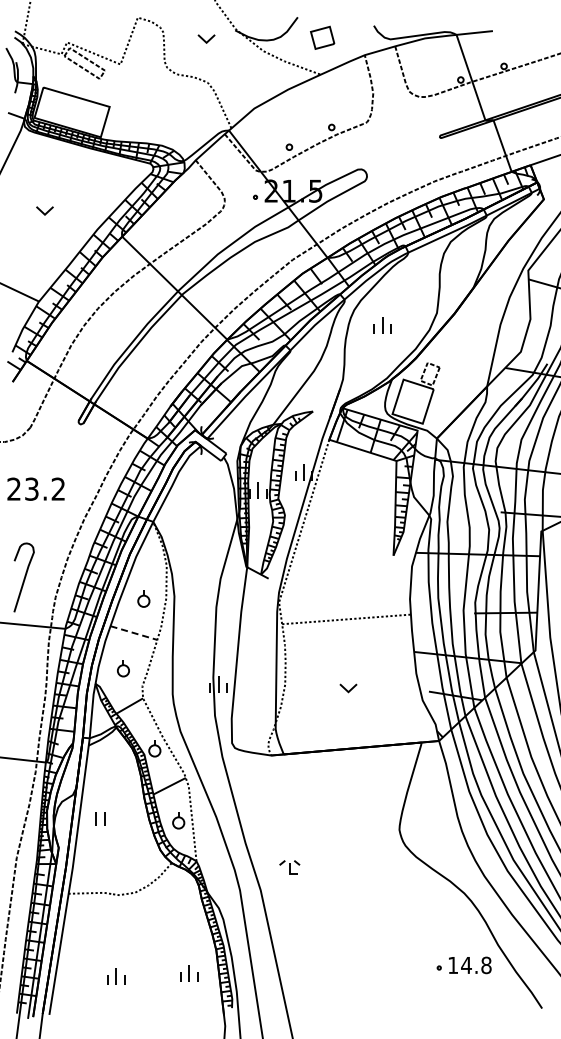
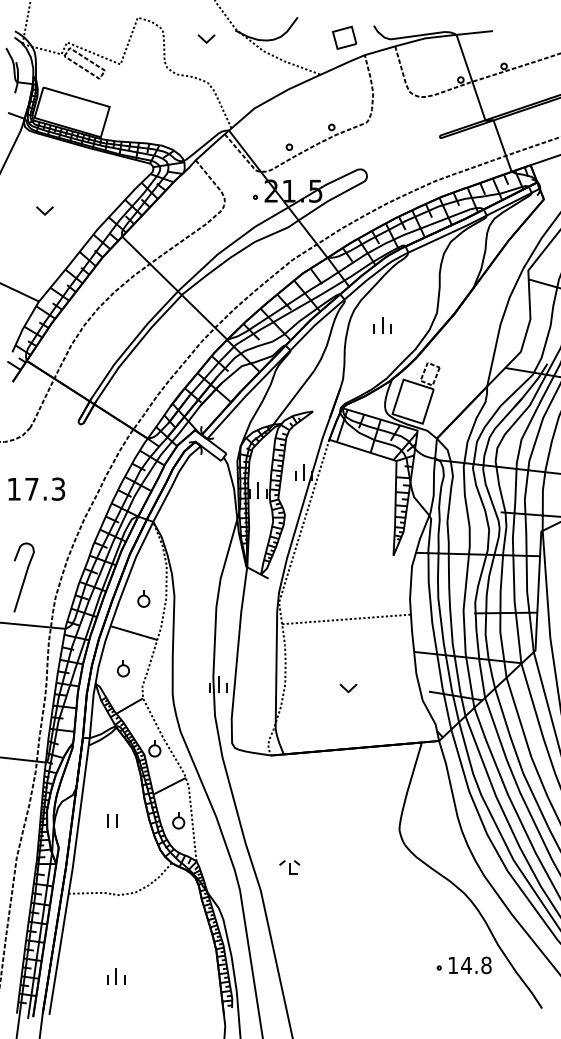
part at (322, 37) position: (322, 37) -> (344, 37)
text at (36, 488): 23.2 -> 17.3
line at (134, 633): dashed -> solid
part at (100, 818) position: (100, 818) -> (112, 820)
part at (189, 973): present -> none
